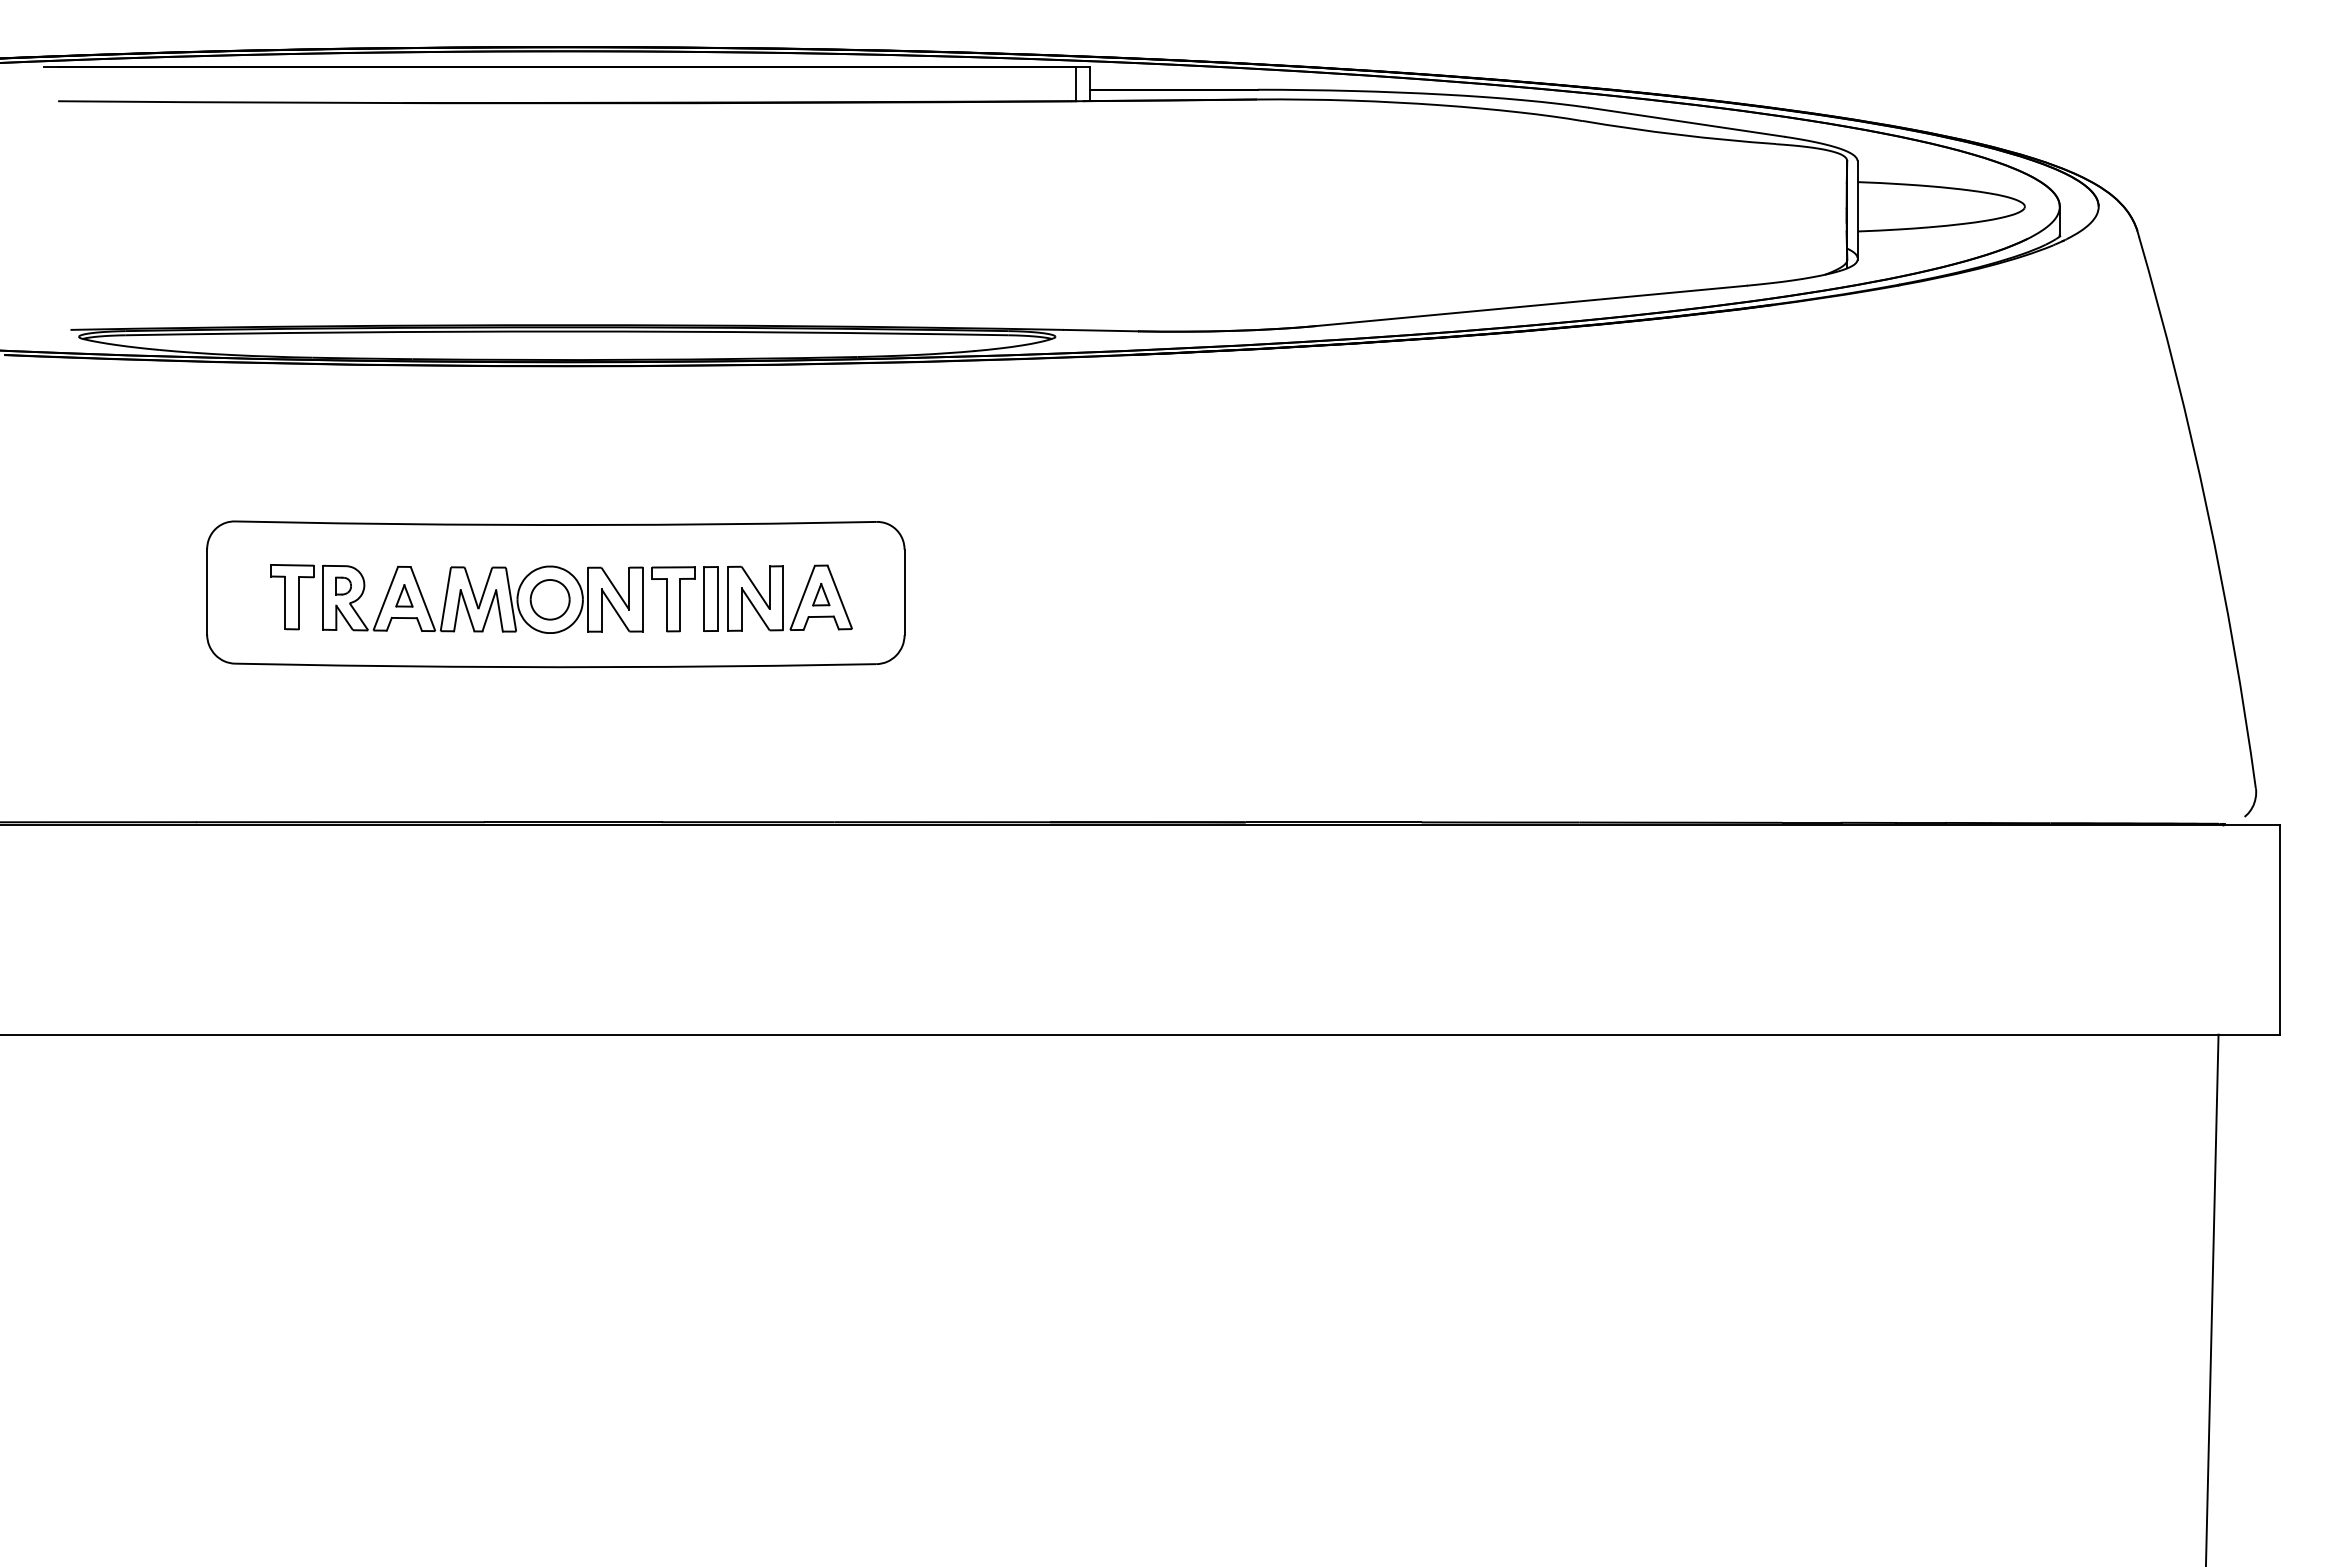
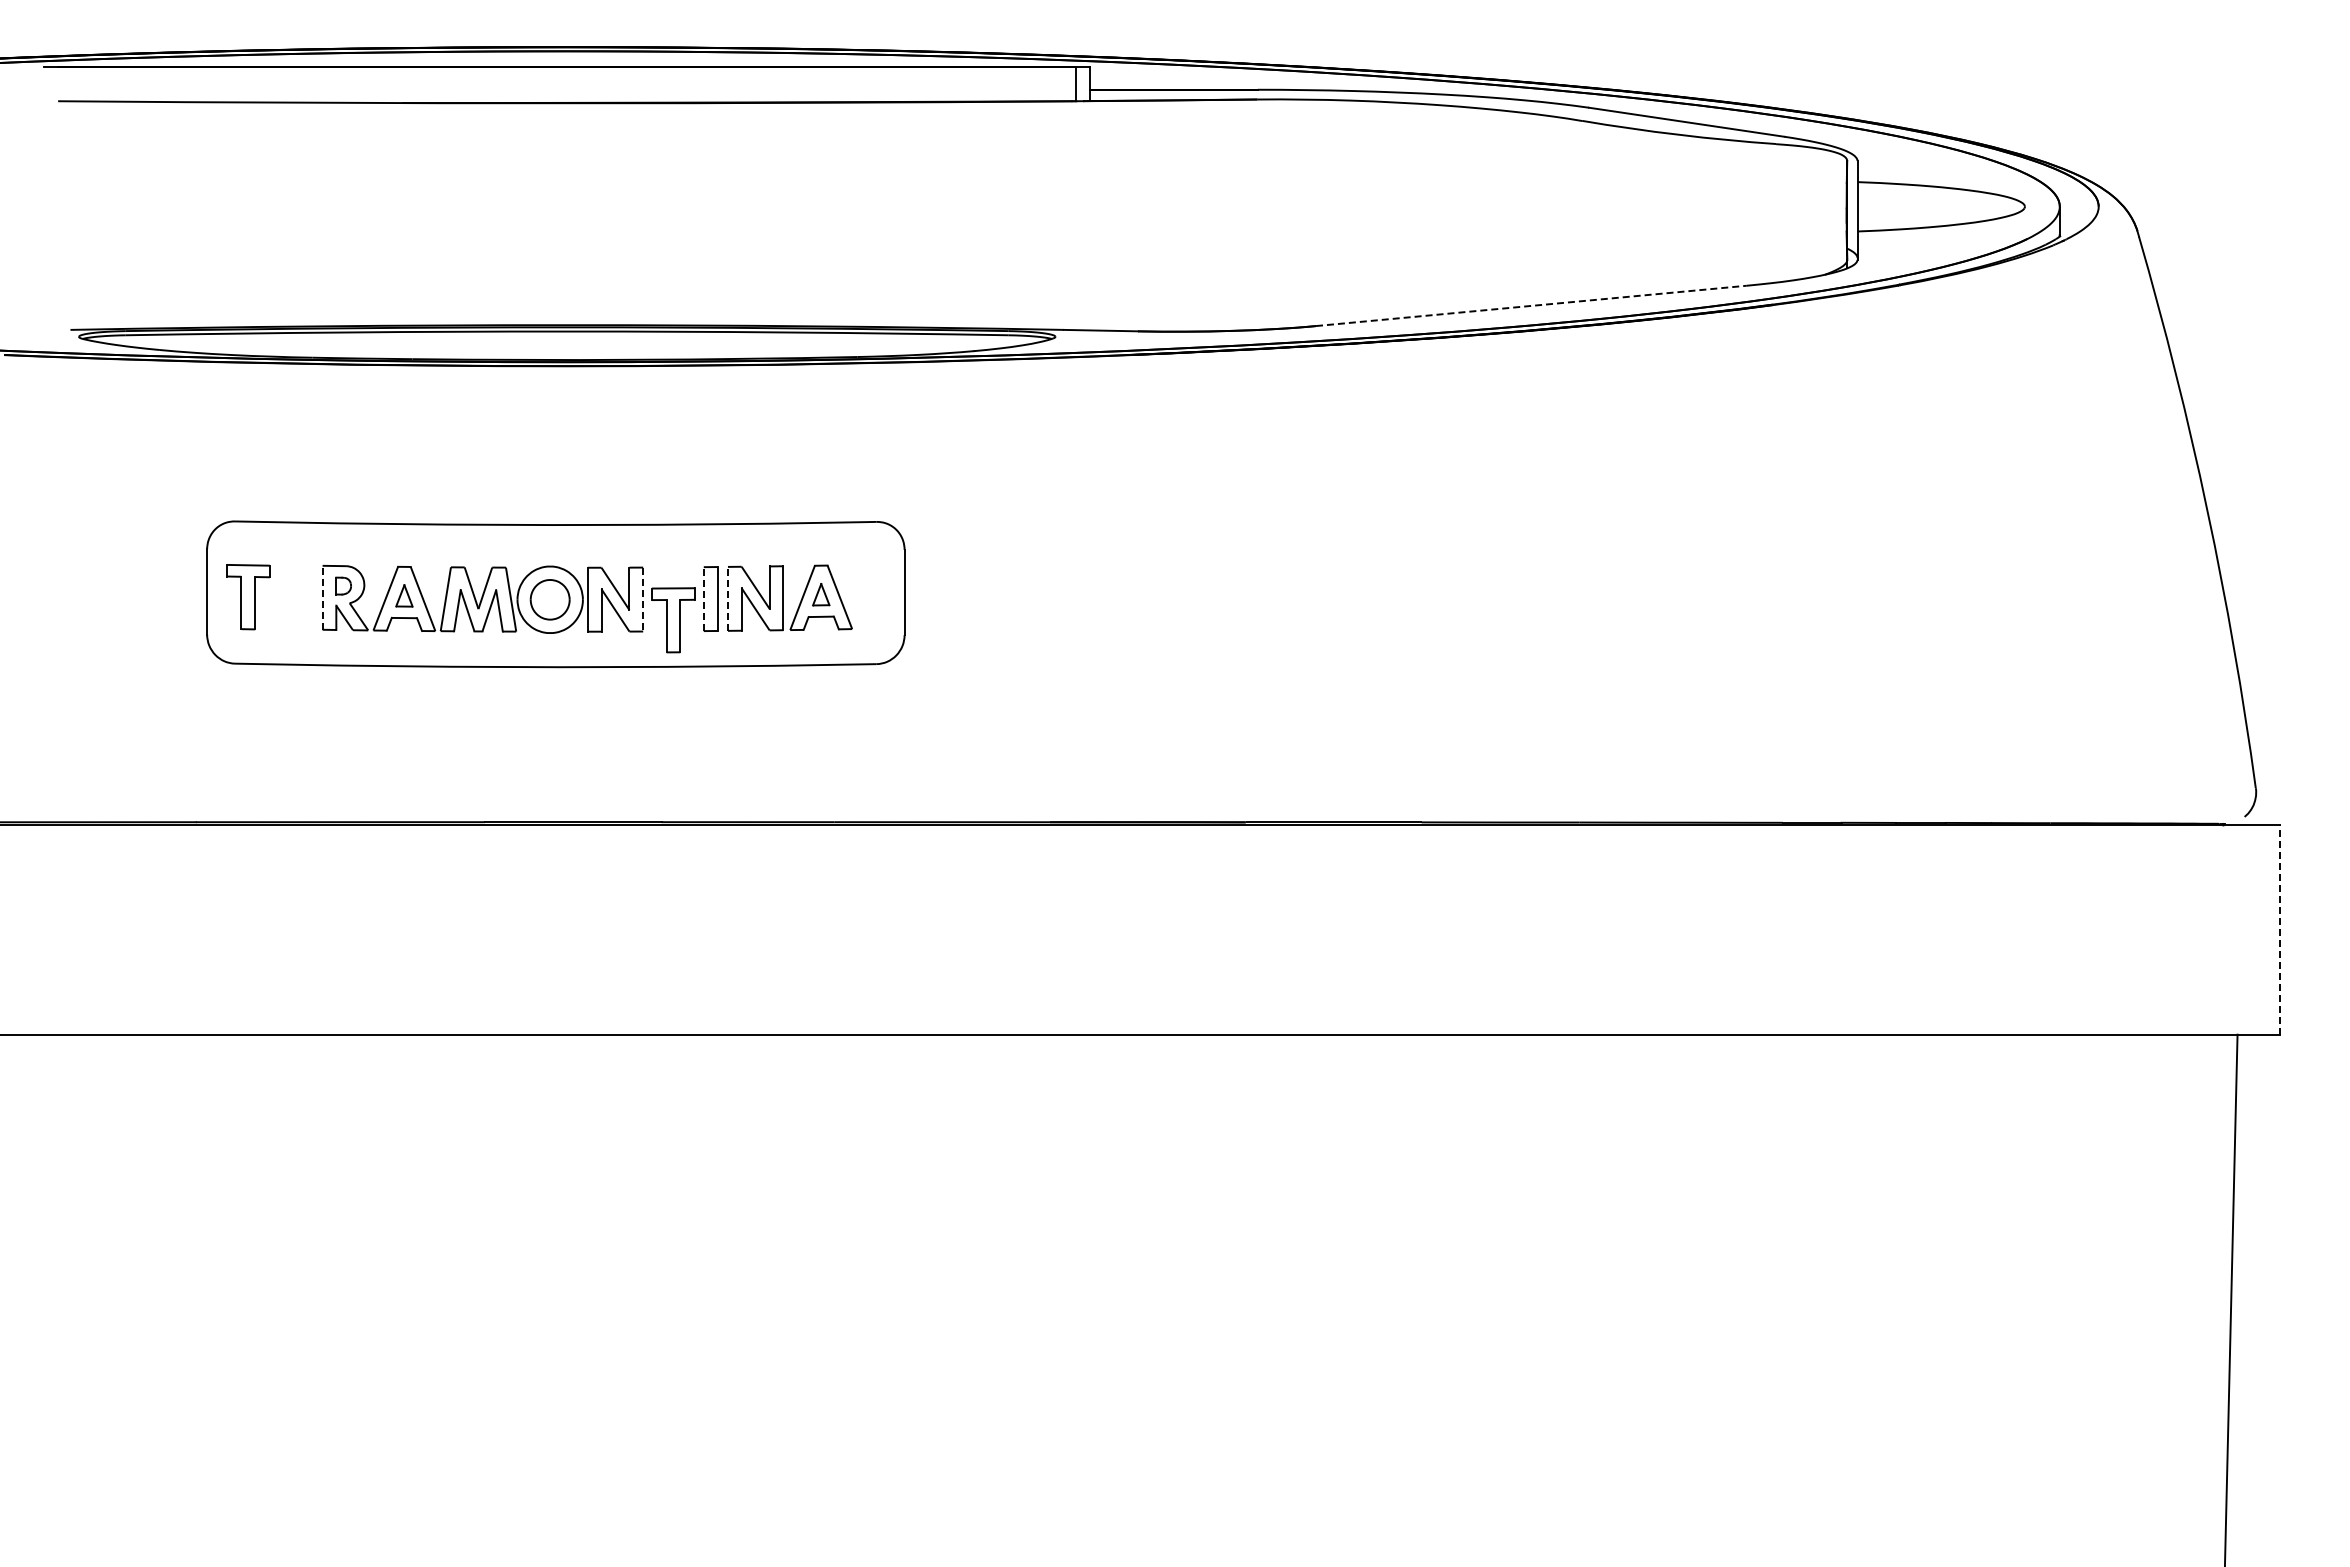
line at (1531, 305): solid -> dashed
part at (292, 597) position: (292, 597) -> (248, 597)
line at (322, 597): solid -> dashed
line at (727, 598): solid -> dashed
line at (643, 599): solid -> dashed
part at (673, 599) position: (673, 599) -> (673, 620)
line at (703, 599): solid -> dashed
line at (2279, 930): solid -> dashed
line at (2212, 1298) position: (2212, 1298) -> (2231, 1298)
